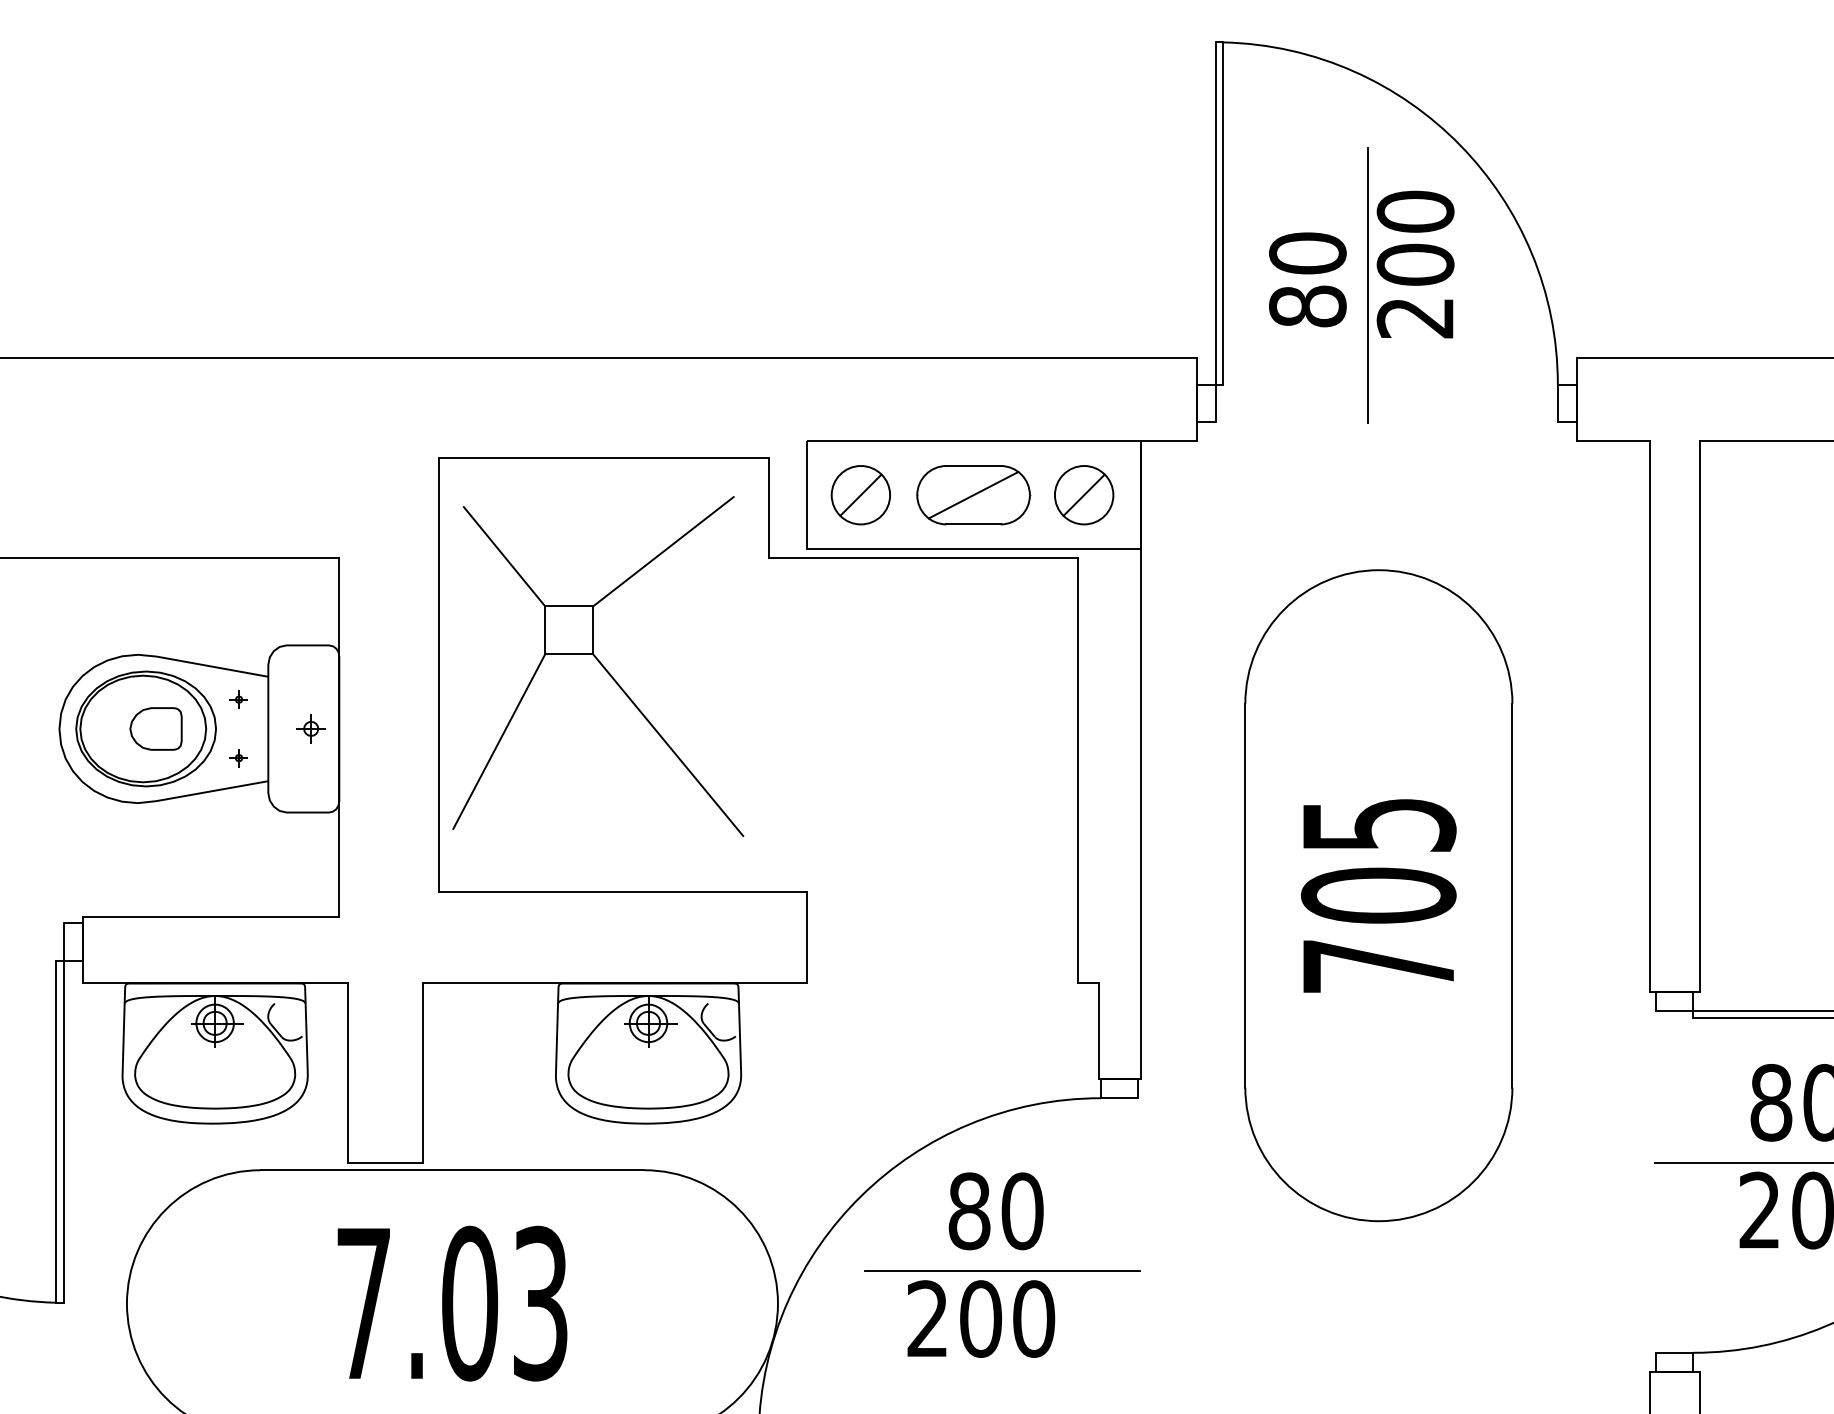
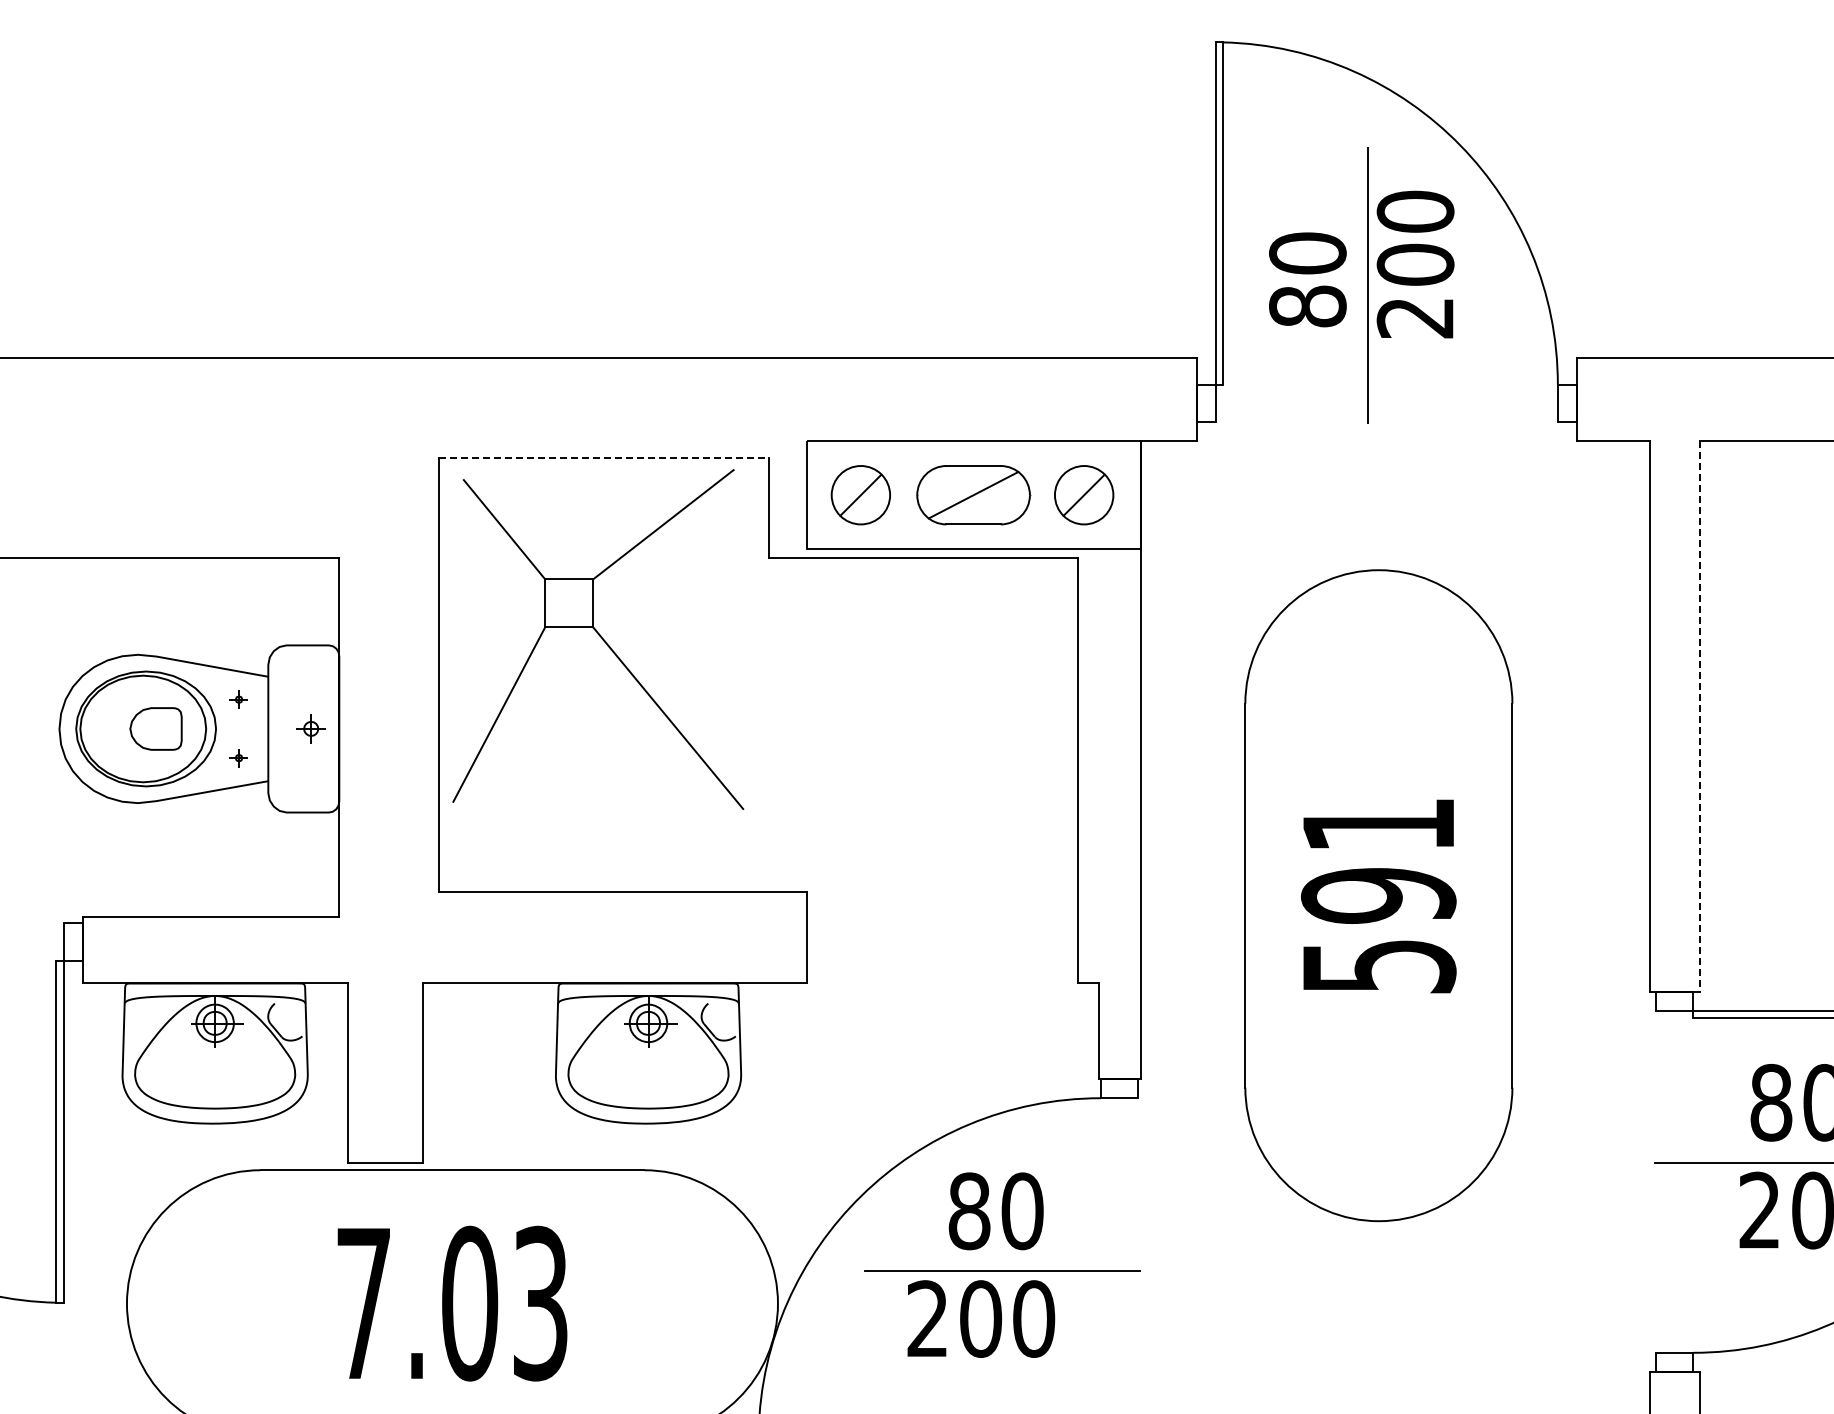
line at (604, 457): solid -> dashed
part at (598, 666) position: (598, 666) -> (598, 639)
line at (1699, 716): solid -> dashed
text at (1378, 896): 705 -> 591
